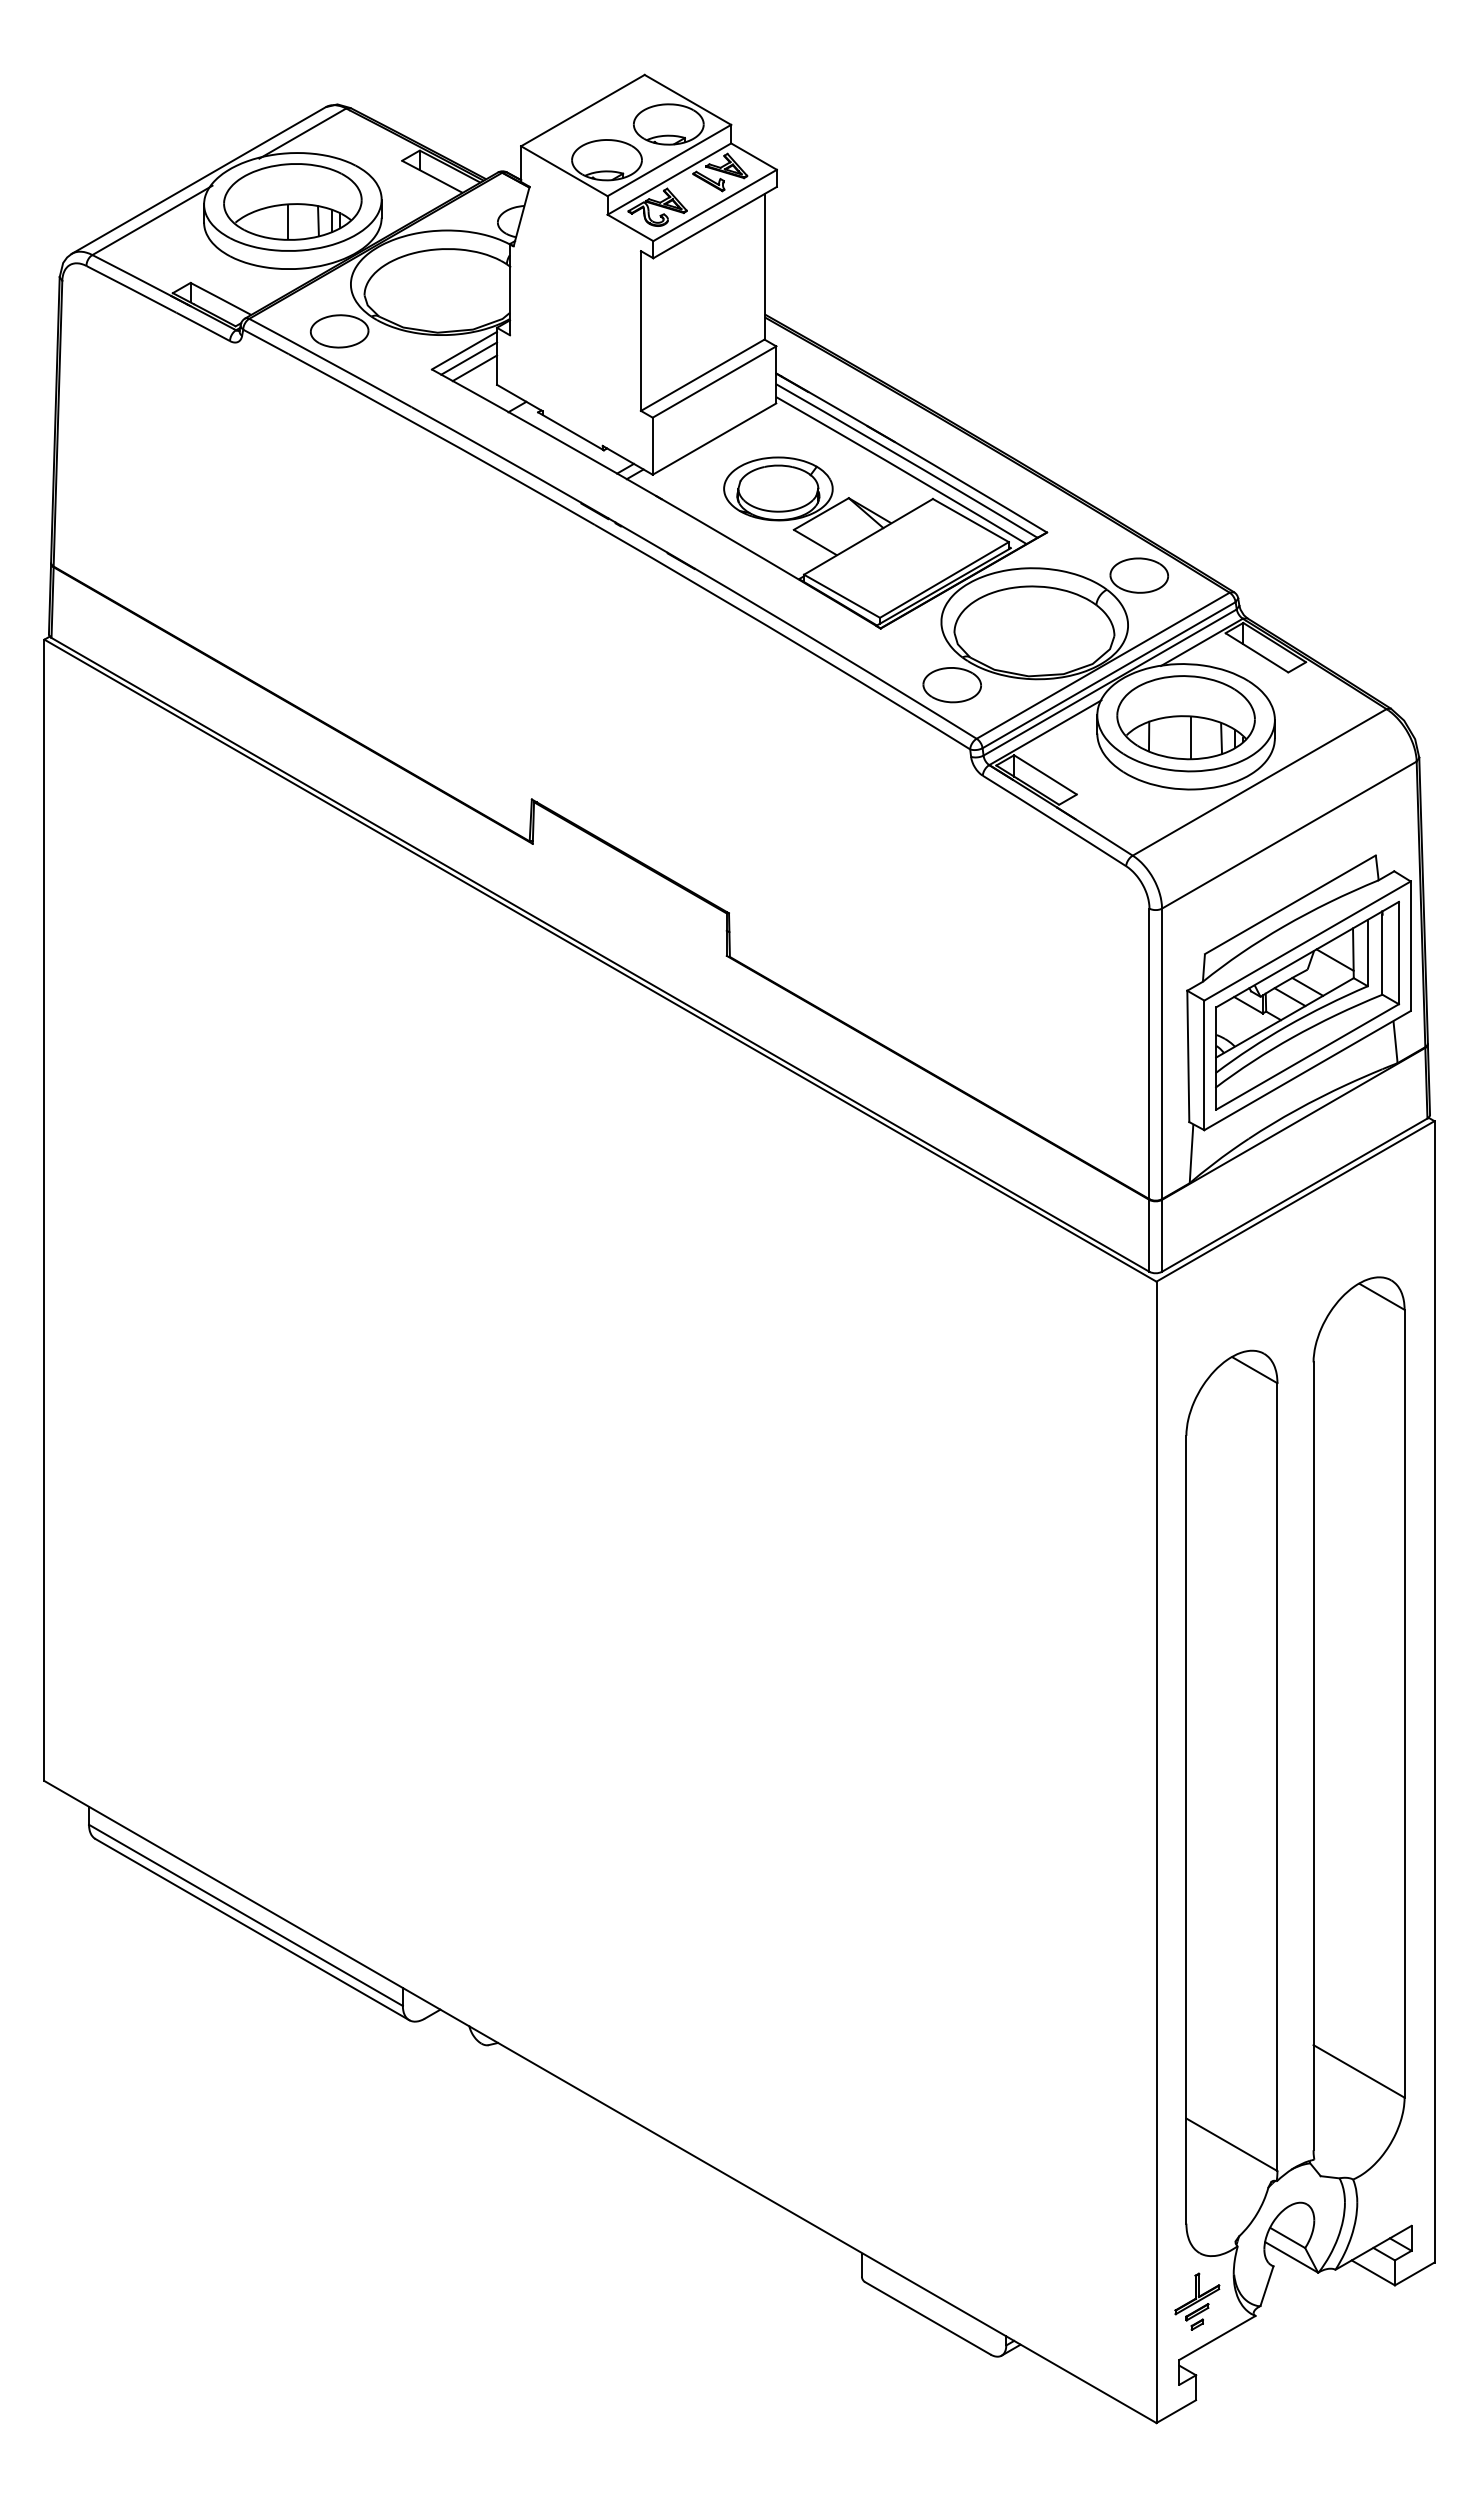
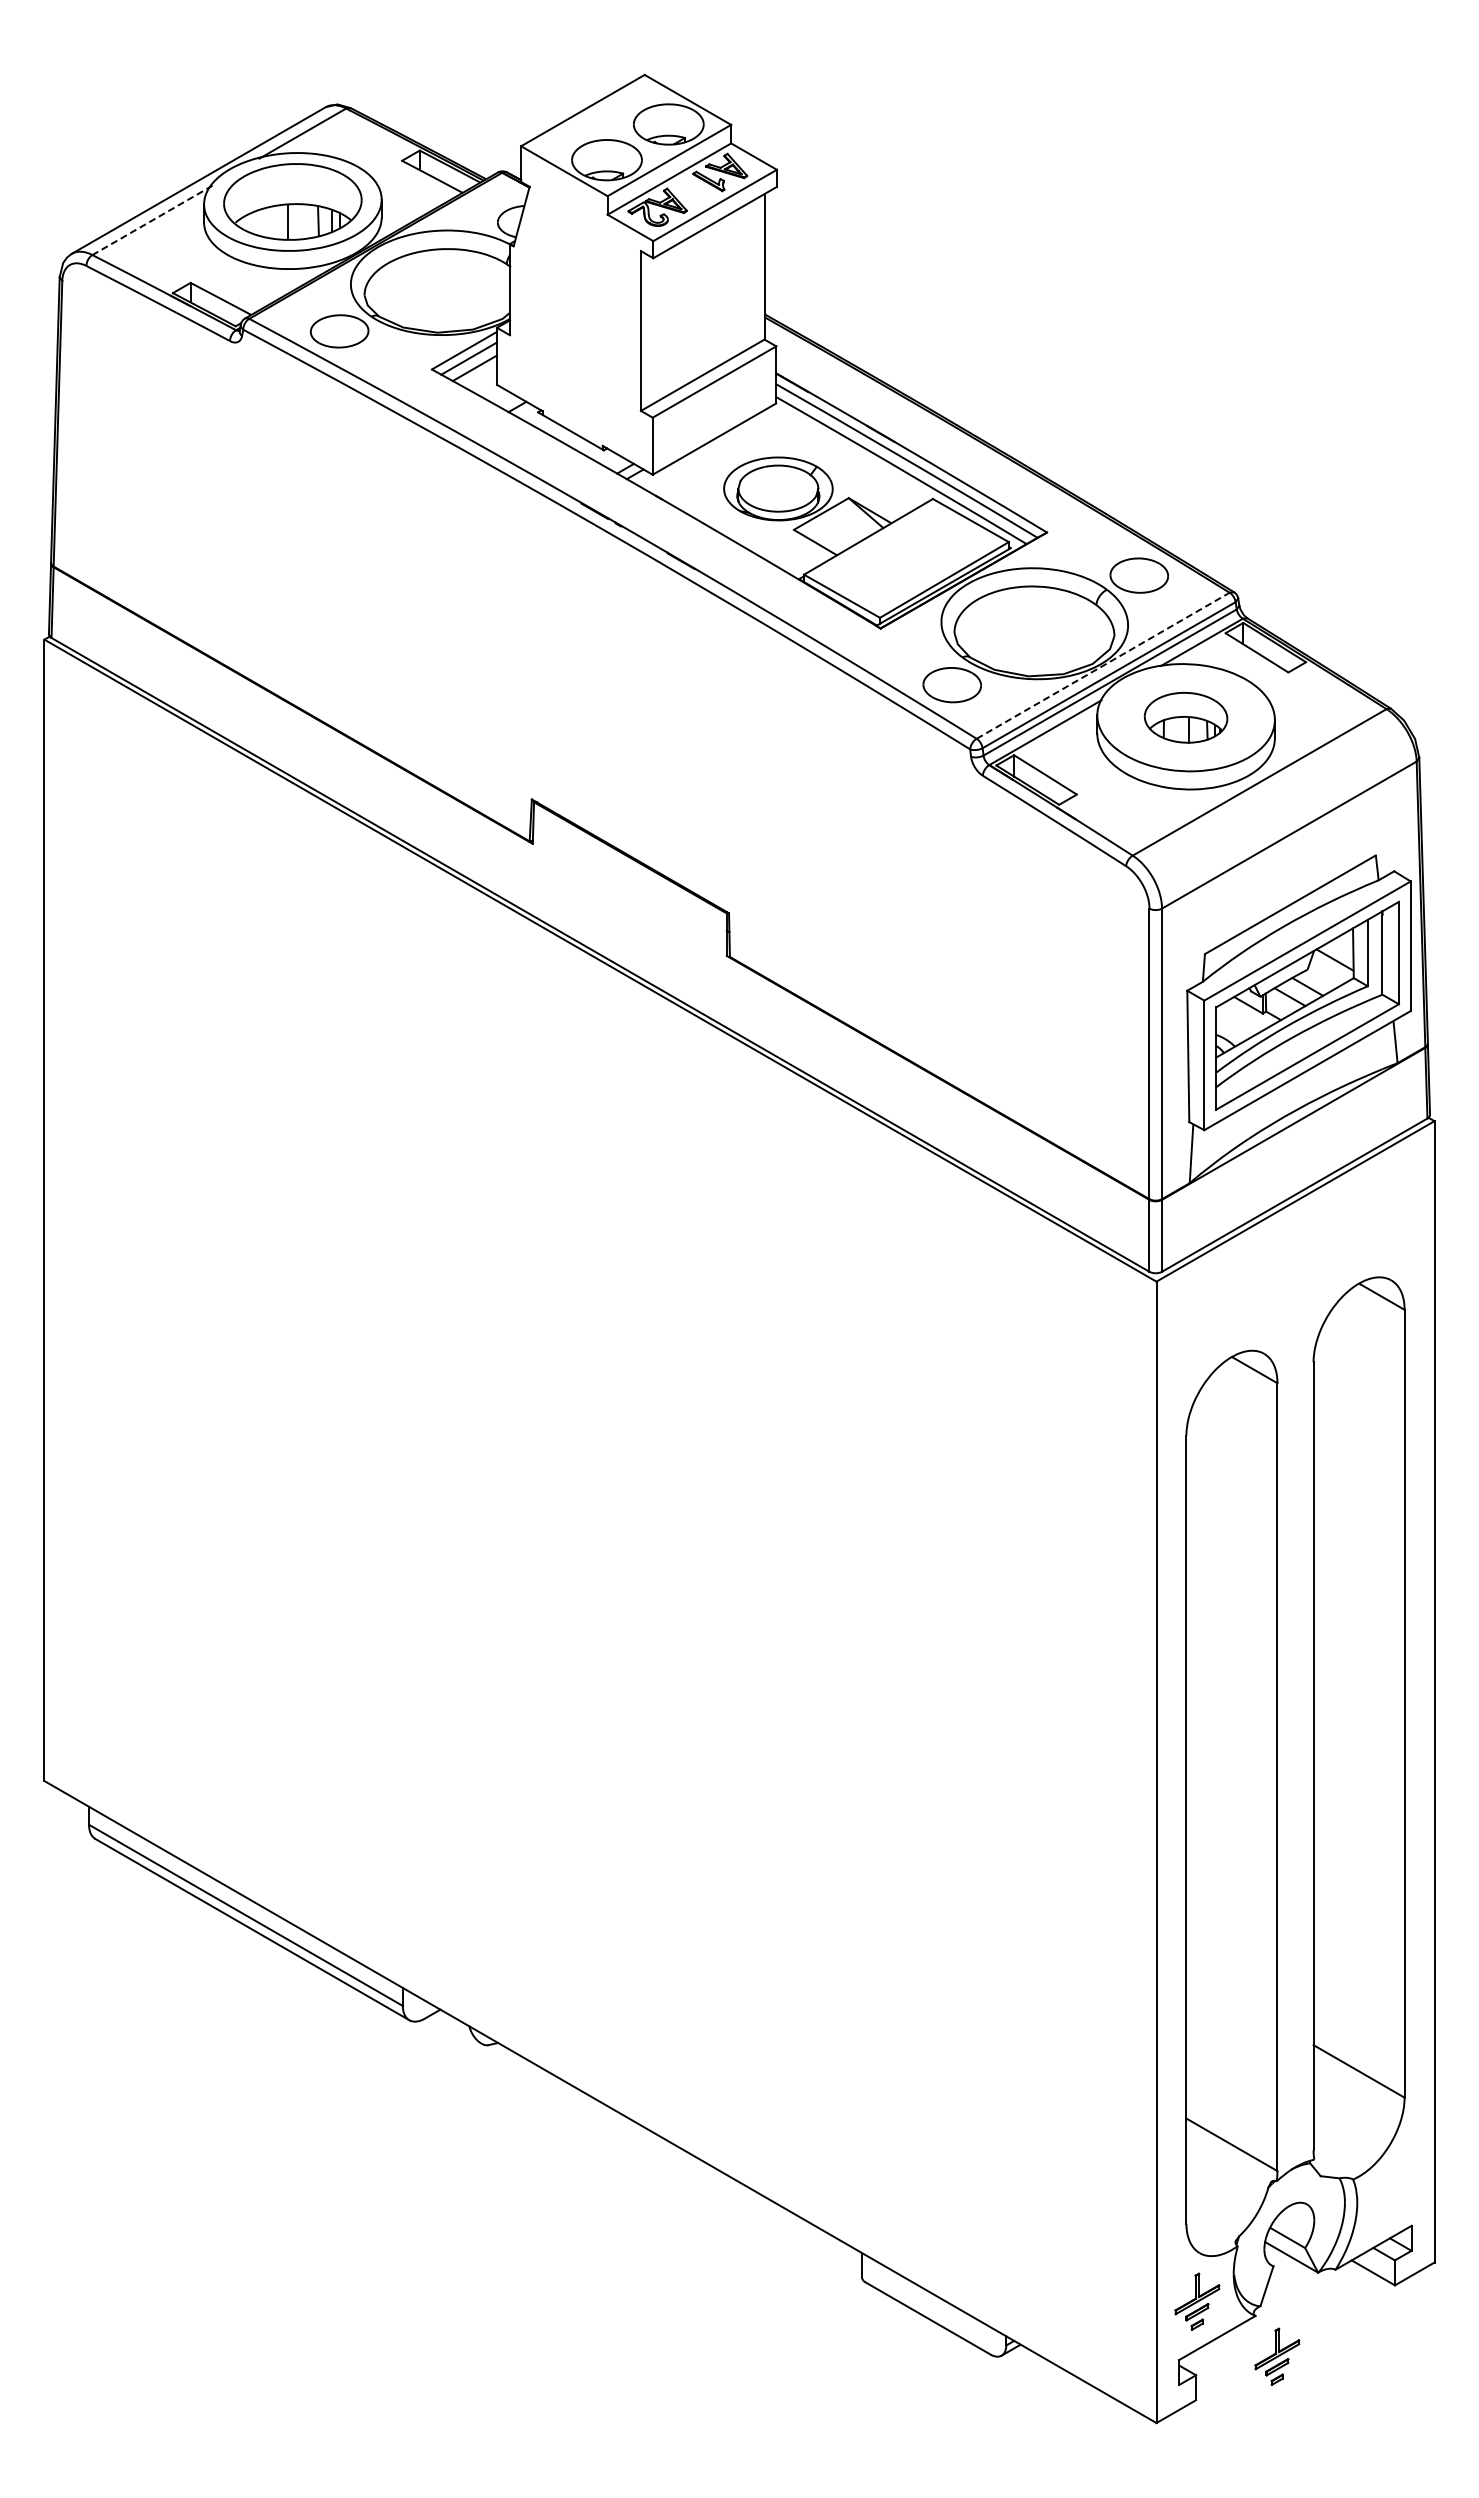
line at (152, 220): solid -> dashed
line at (1103, 665): solid -> dashed
part at (1185, 717) size: 140x86 px -> 86x53 px
part at (1277, 2356): none -> present
